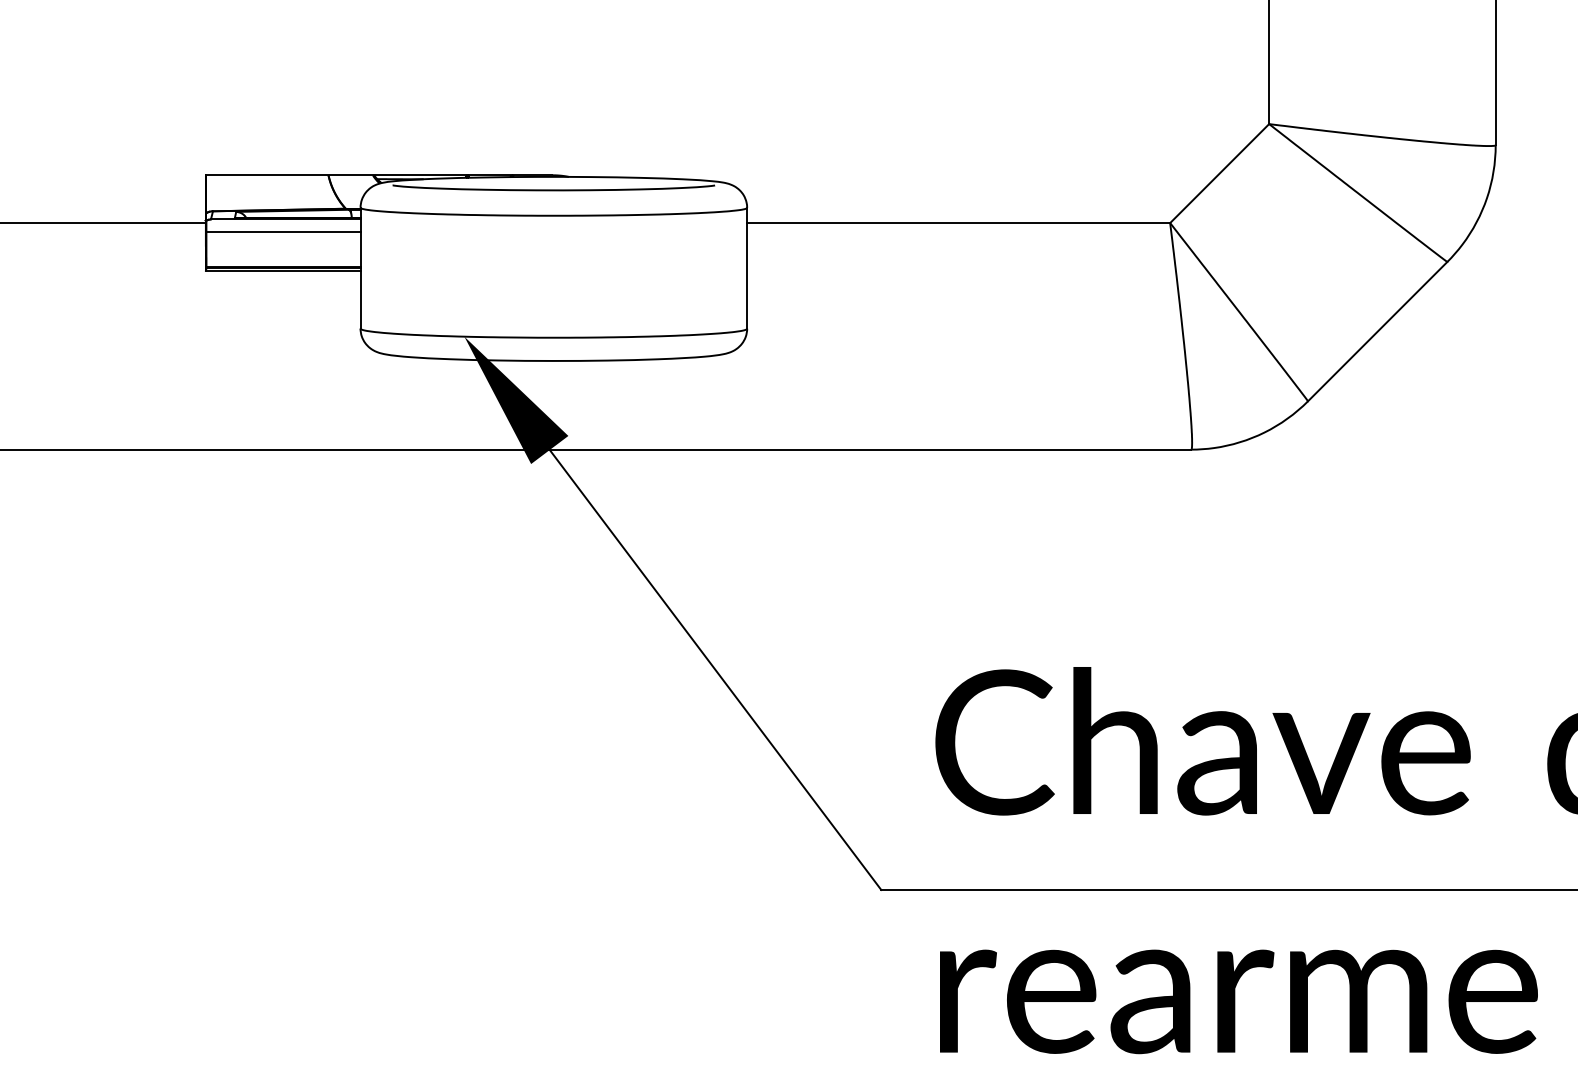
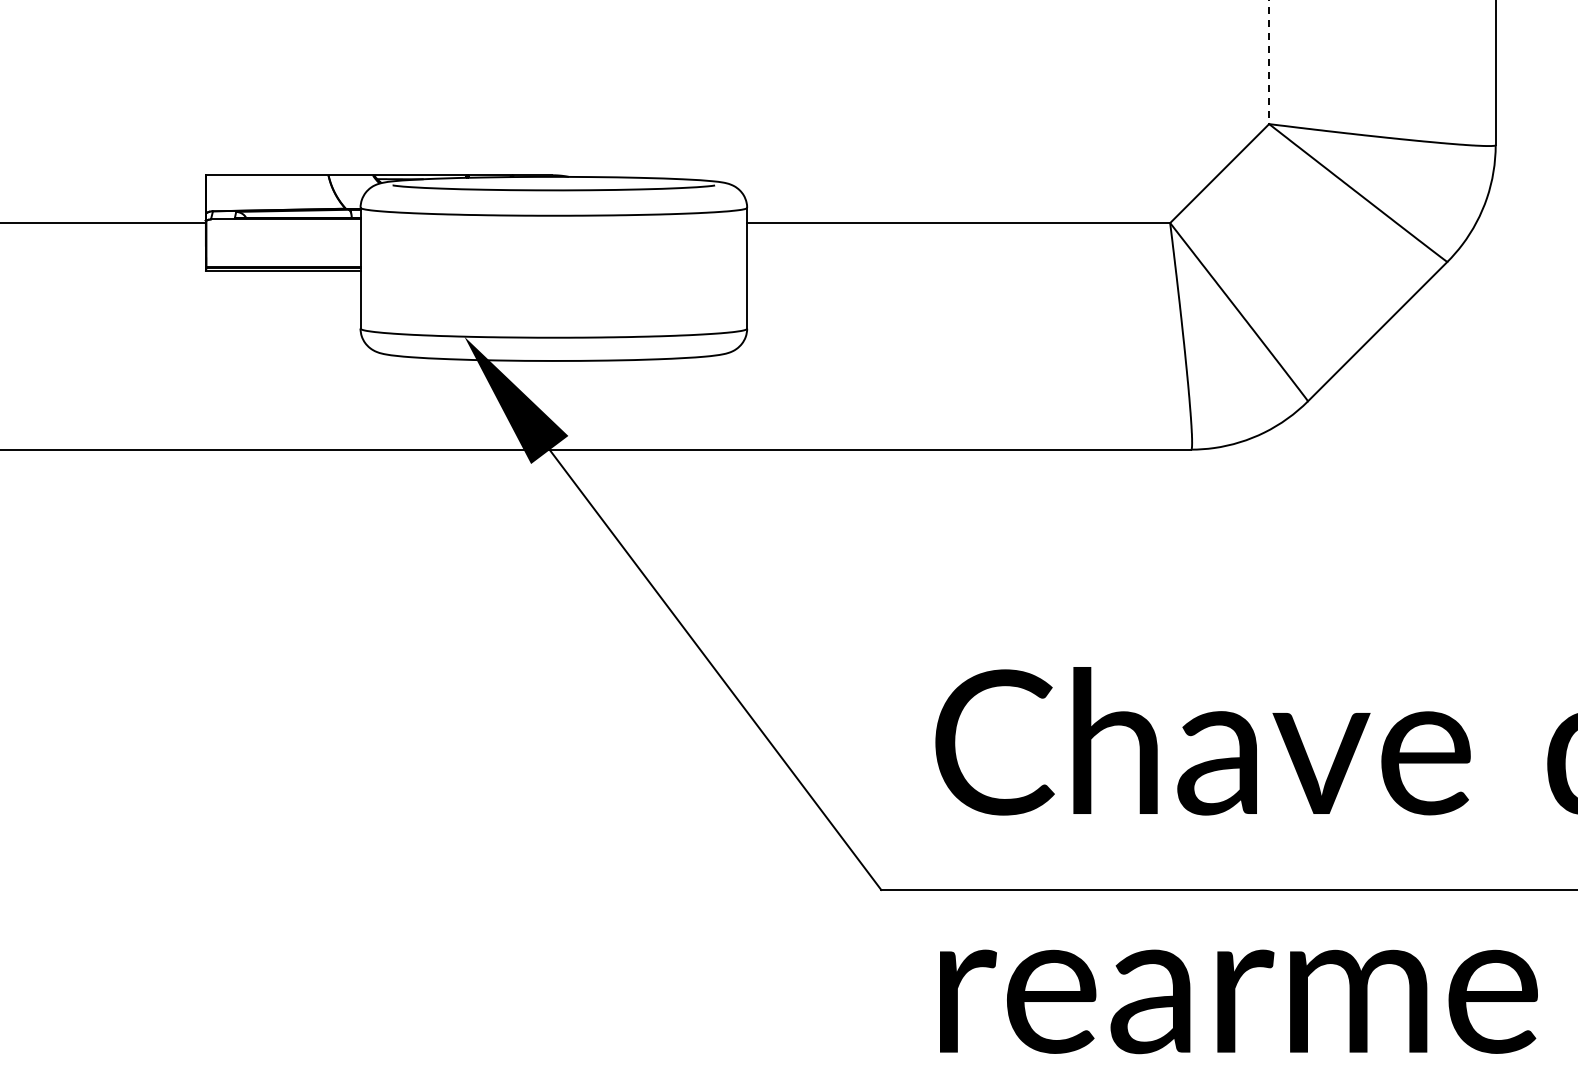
line at (1269, 62): solid -> dashed
line at (283, 231): present -> none
